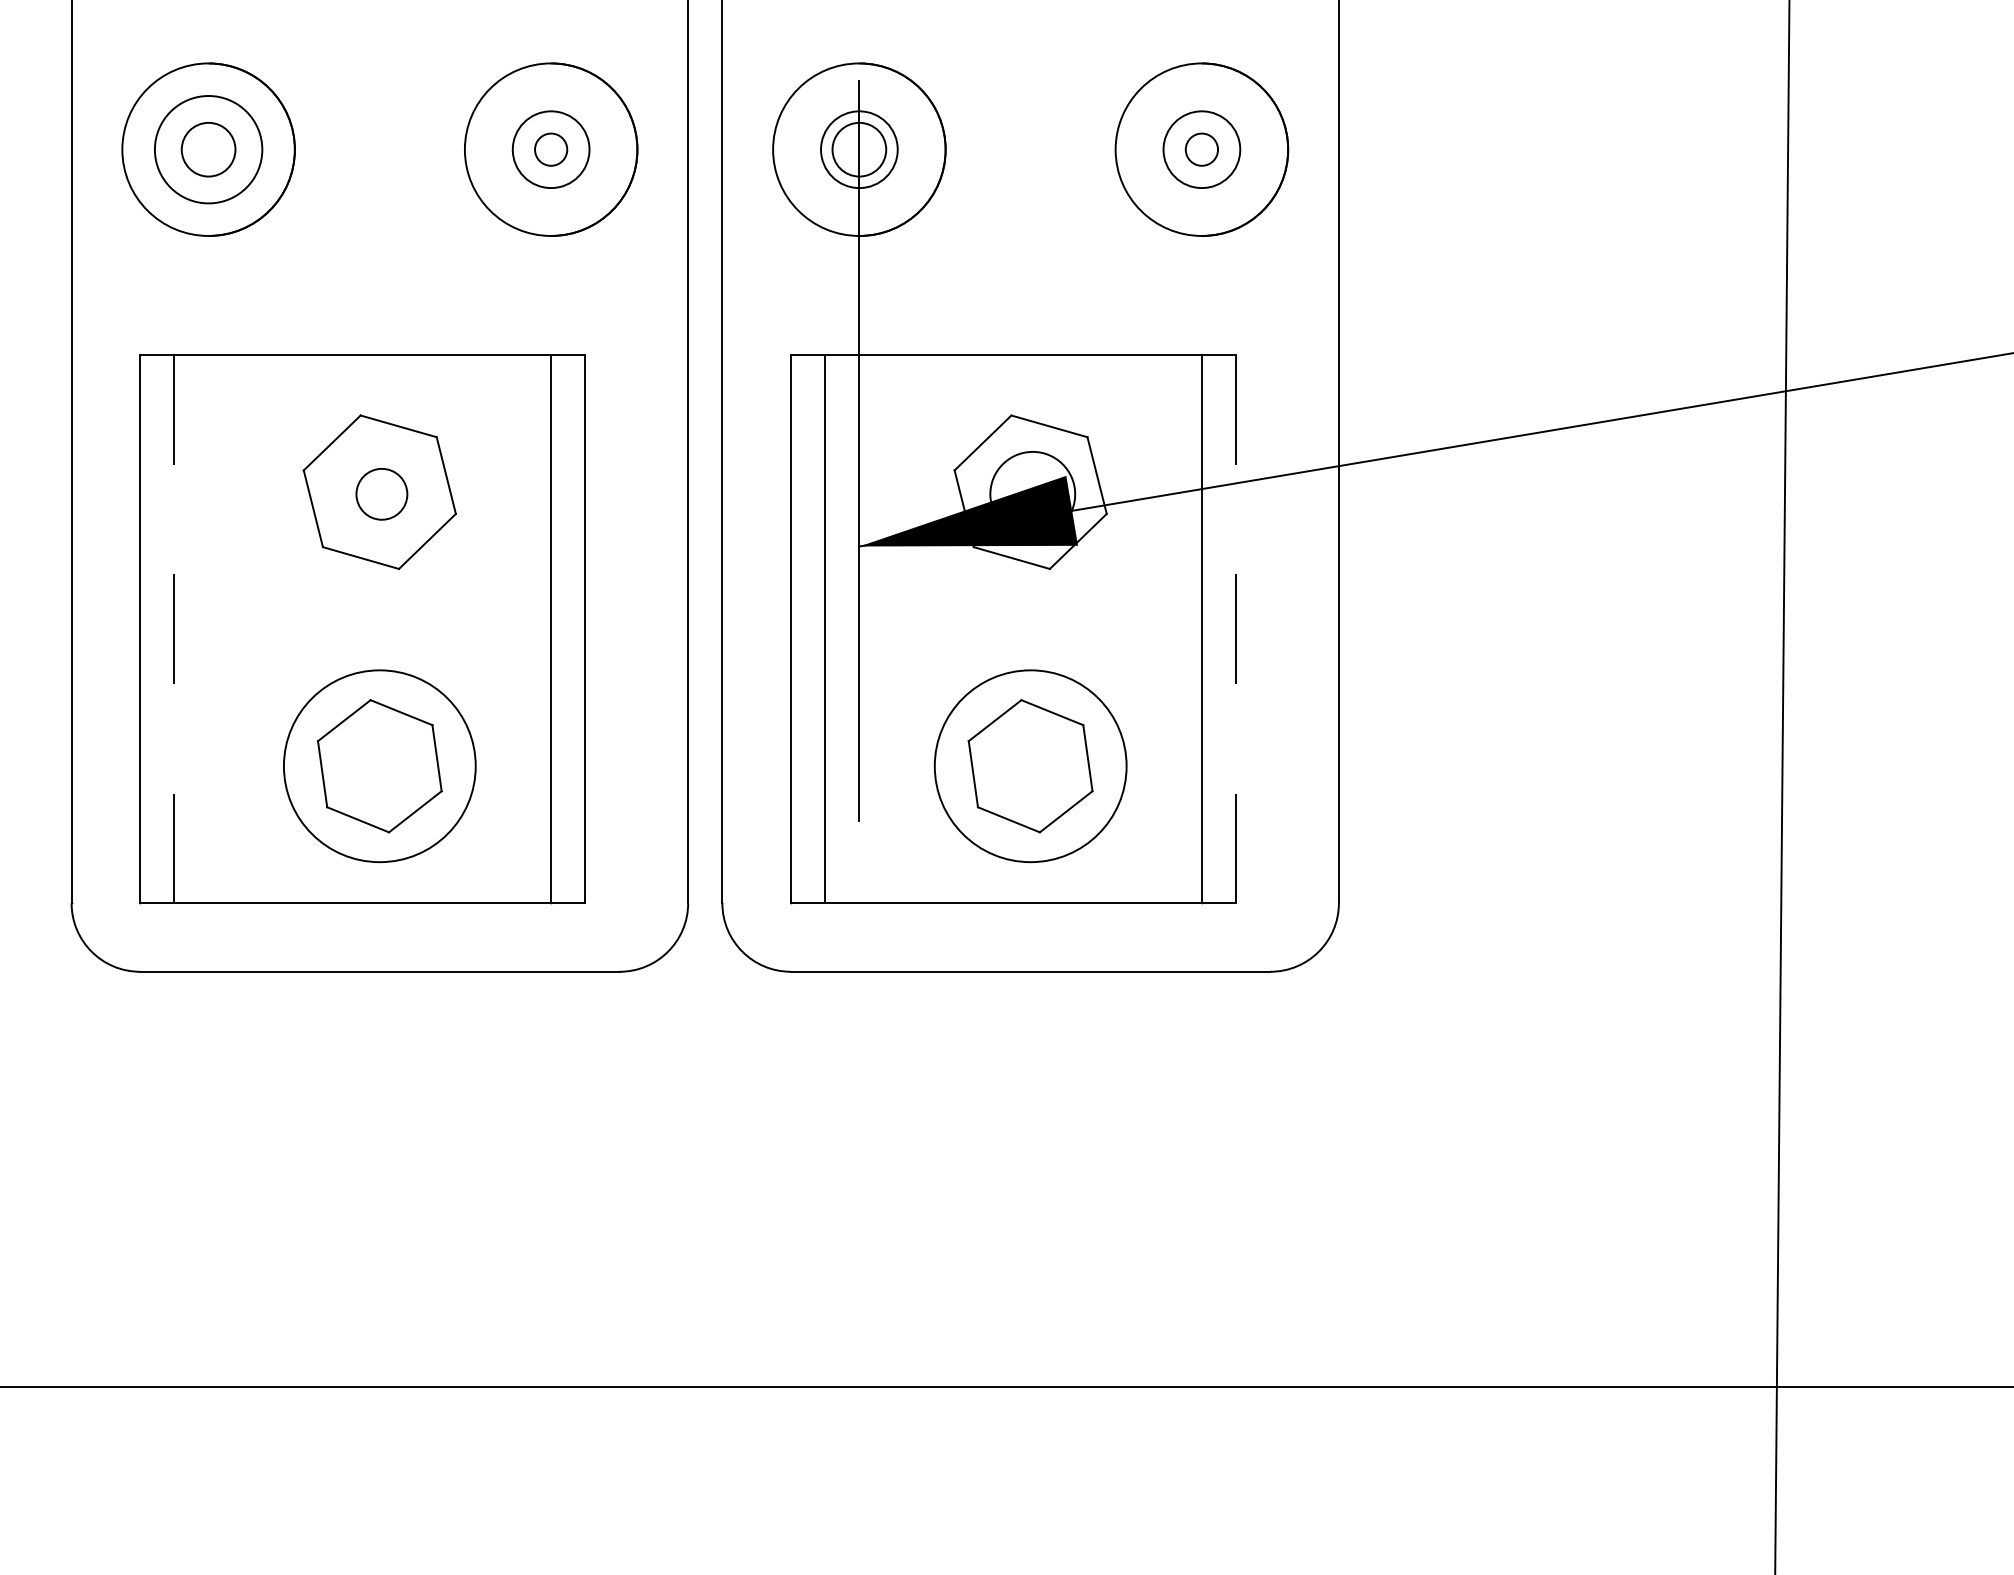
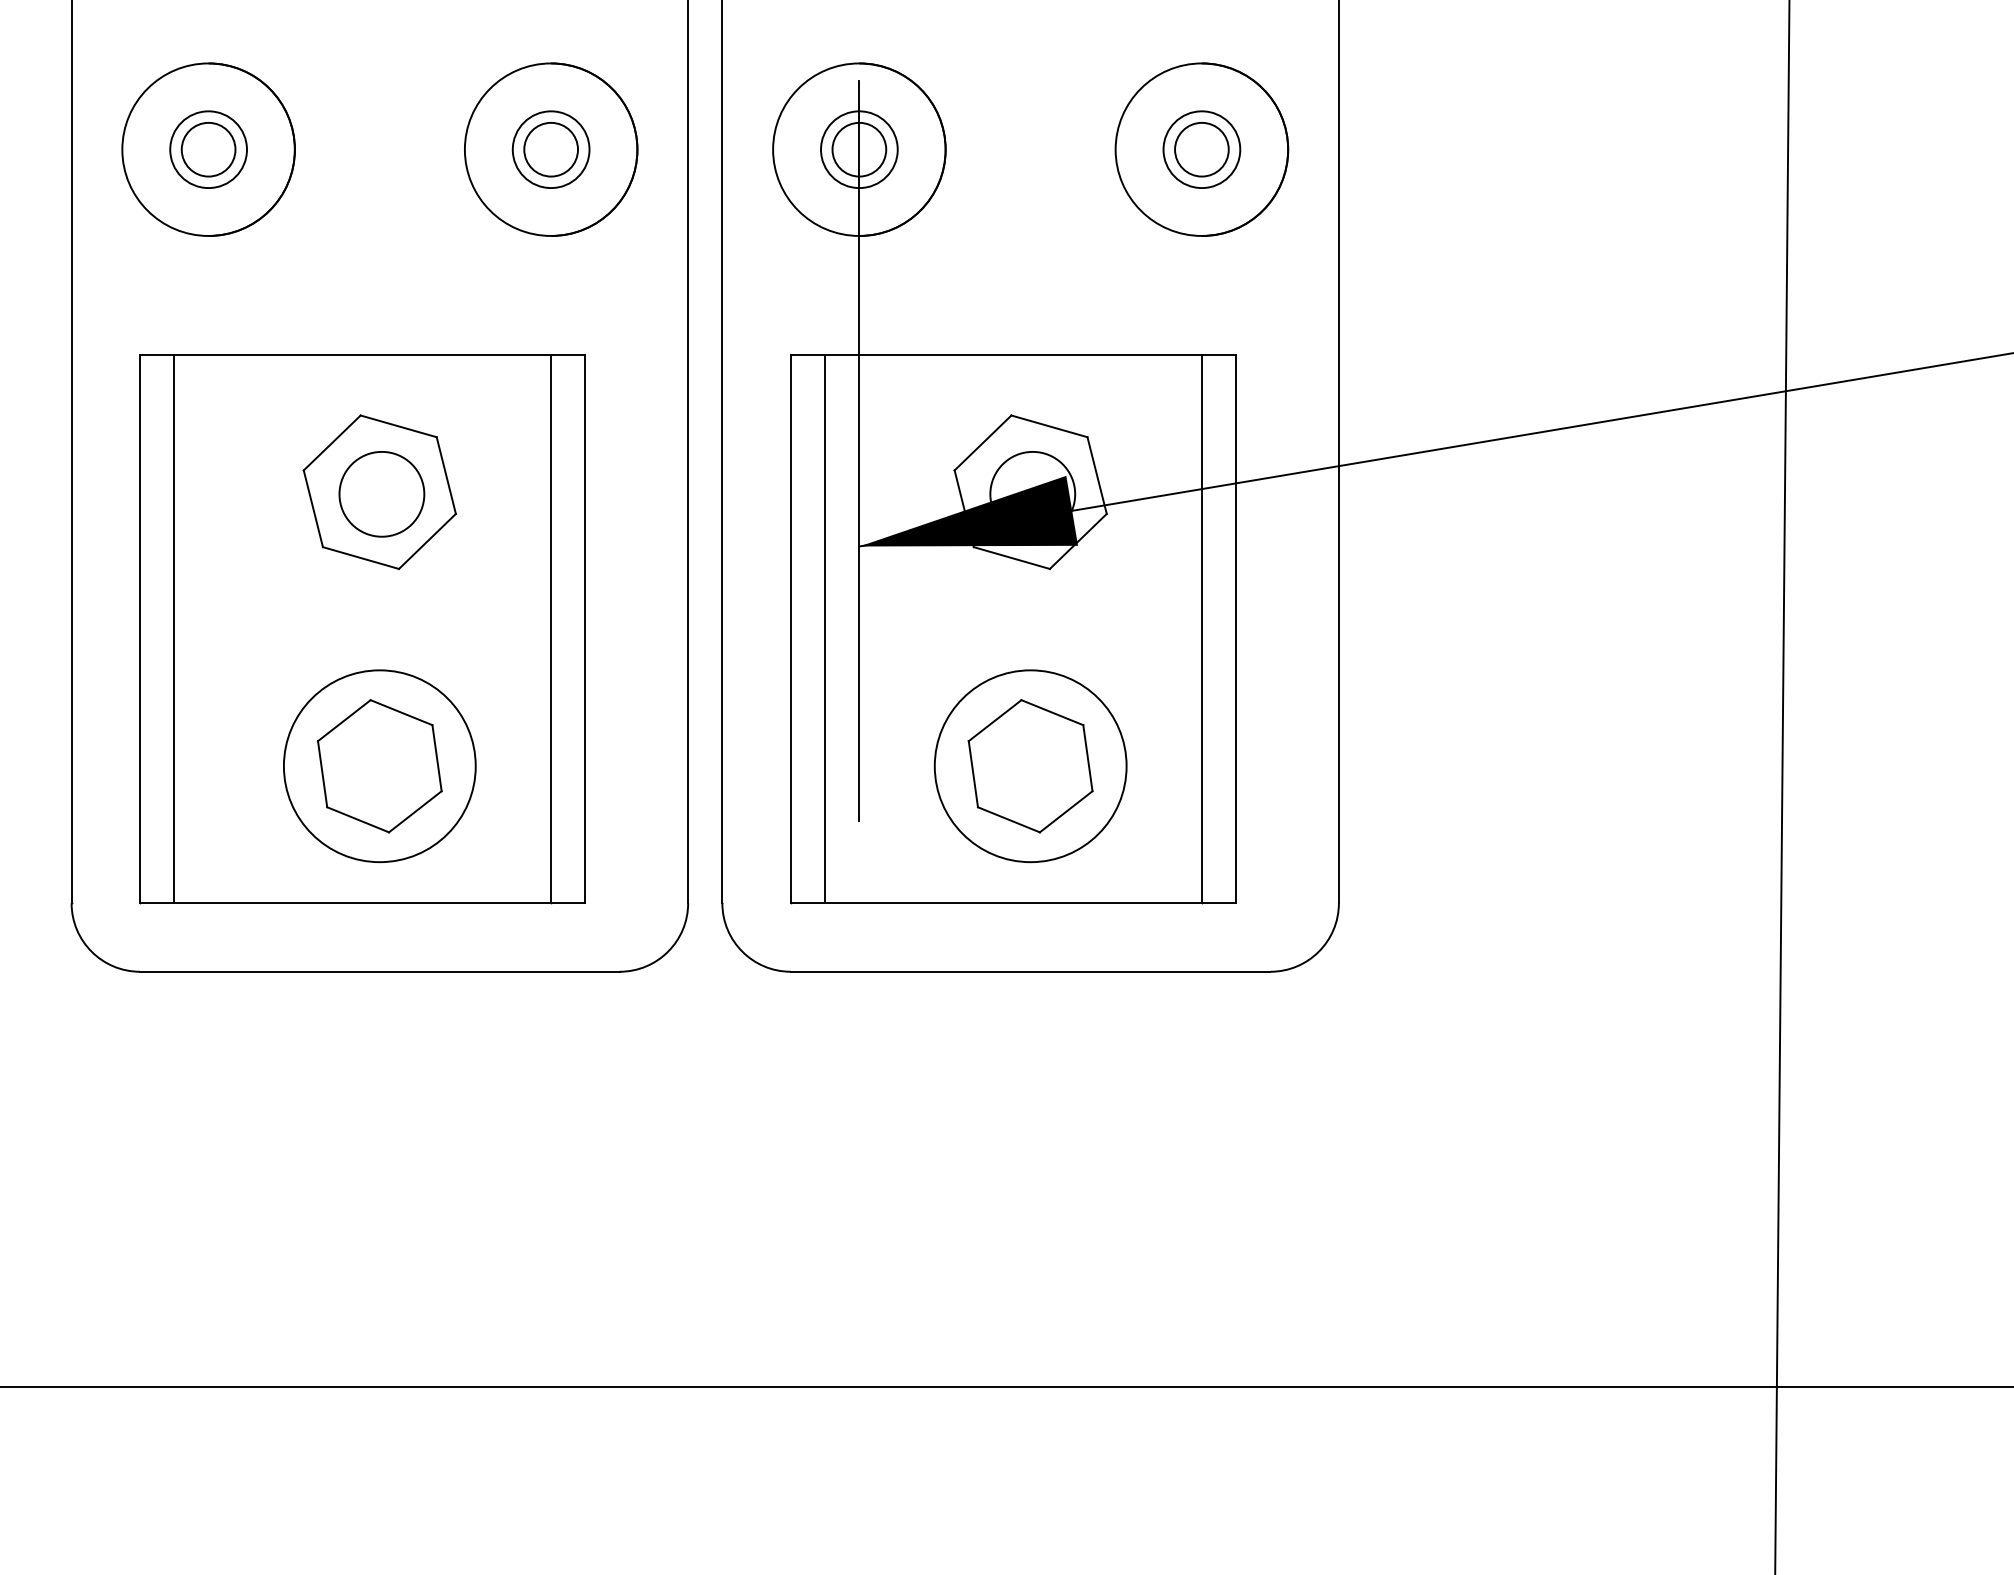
circle at (208, 149) diameter: 107 px -> 77 px
circle at (551, 149) diameter: 32 px -> 54 px
circle at (1201, 149) diameter: 32 px -> 54 px
circle at (381, 493) diameter: 51 px -> 85 px
line at (174, 629): dashed -> solid
line at (1236, 629): dashed -> solid
